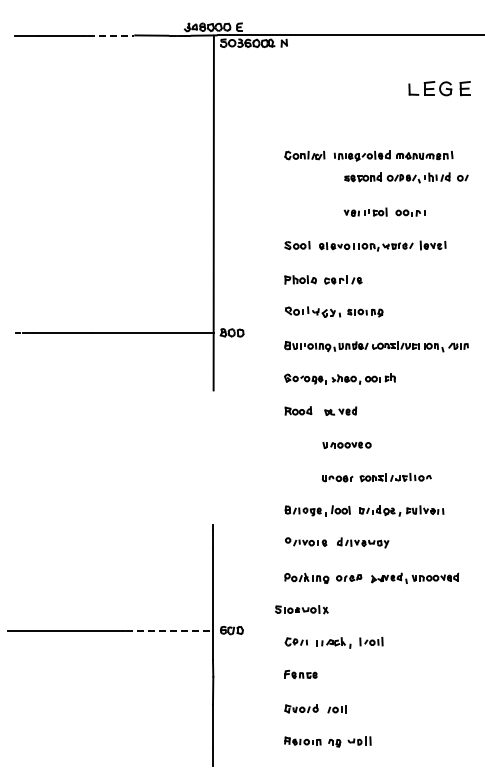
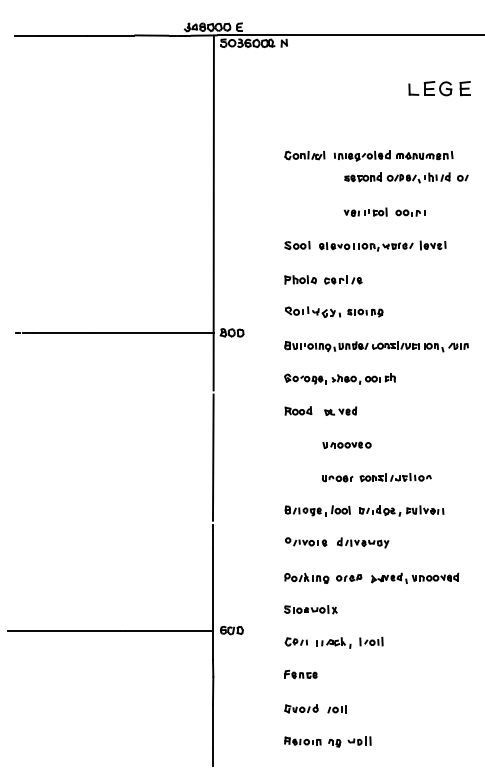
line at (111, 35): dashed -> solid
line at (212, 457): none -> present
part at (301, 609) position: (301, 609) -> (310, 609)
line at (169, 630): dashed -> solid
